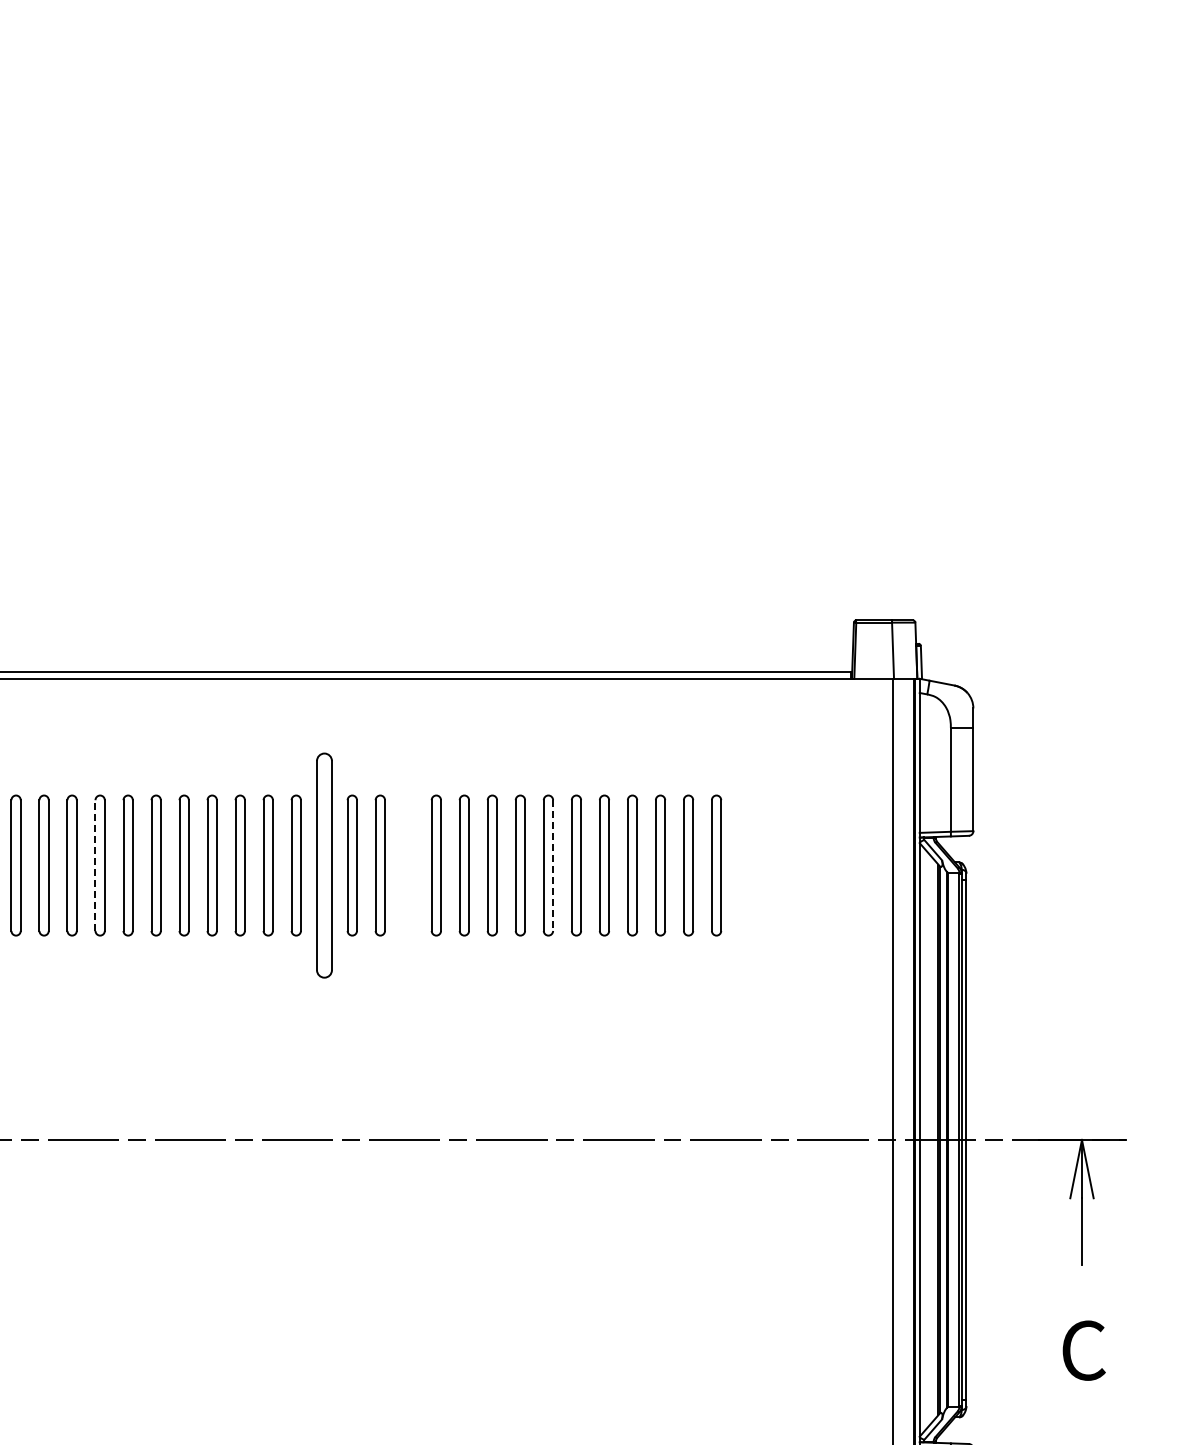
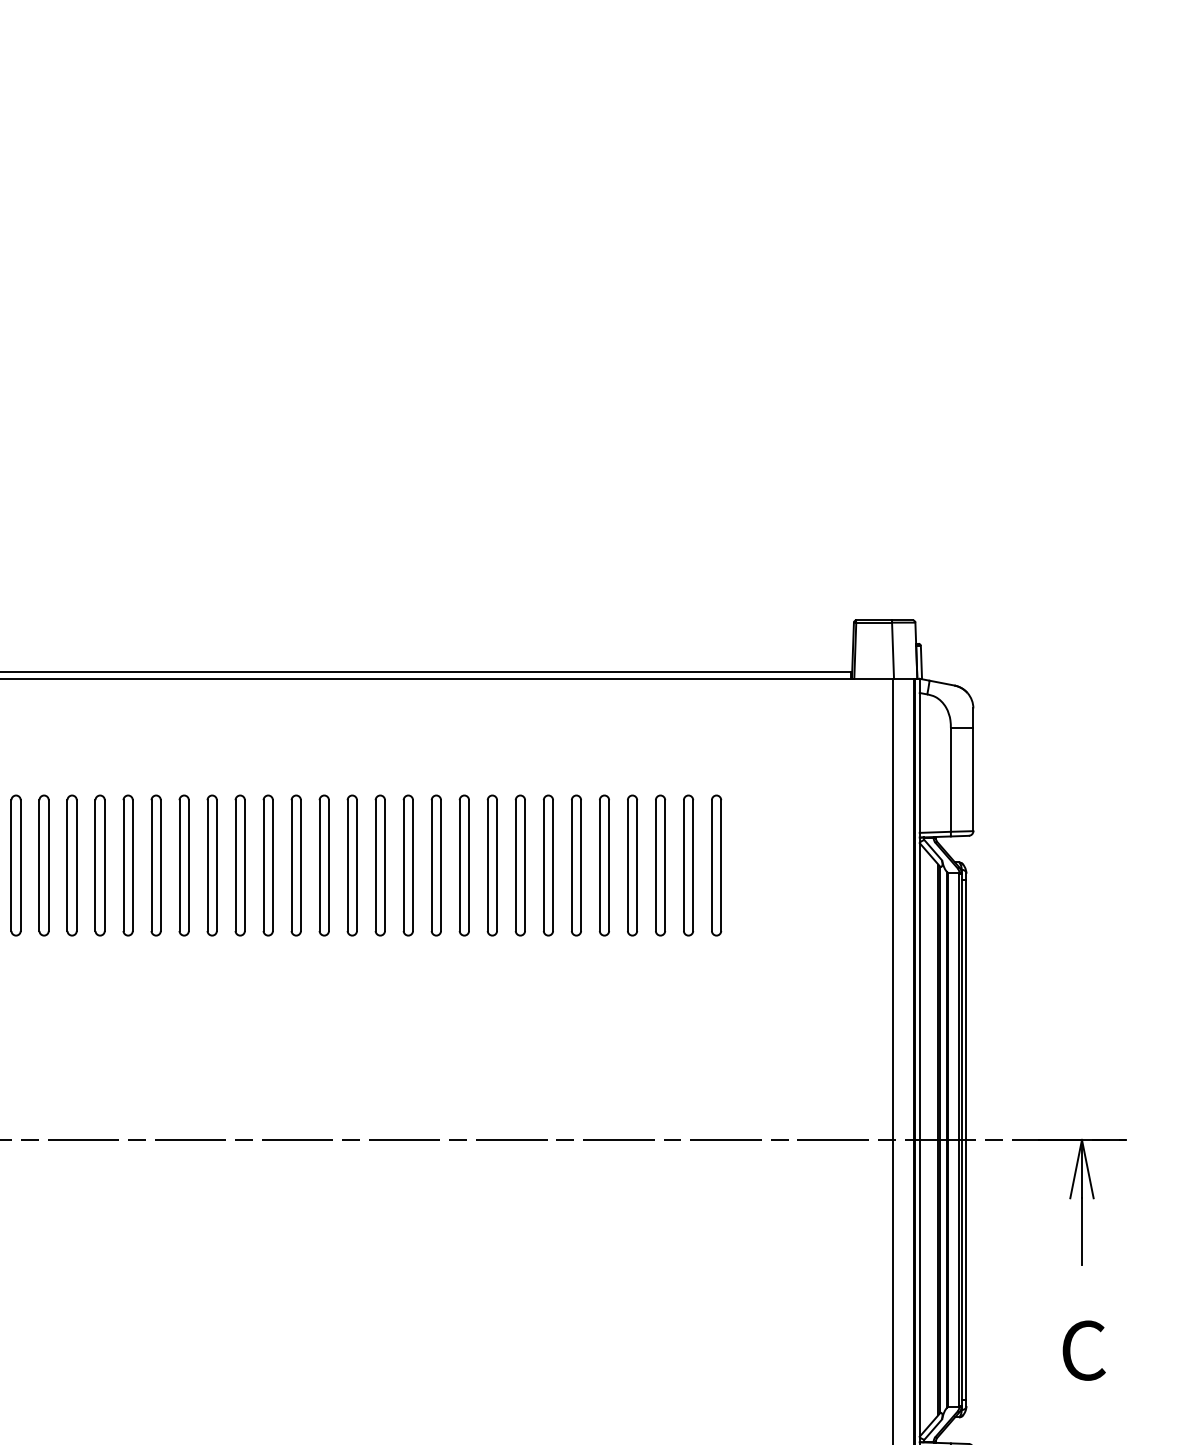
line at (95, 865): dashed -> solid
part at (324, 865) size: 17x227 px -> 12x143 px
part at (407, 865): none -> present
line at (553, 866): dashed -> solid
